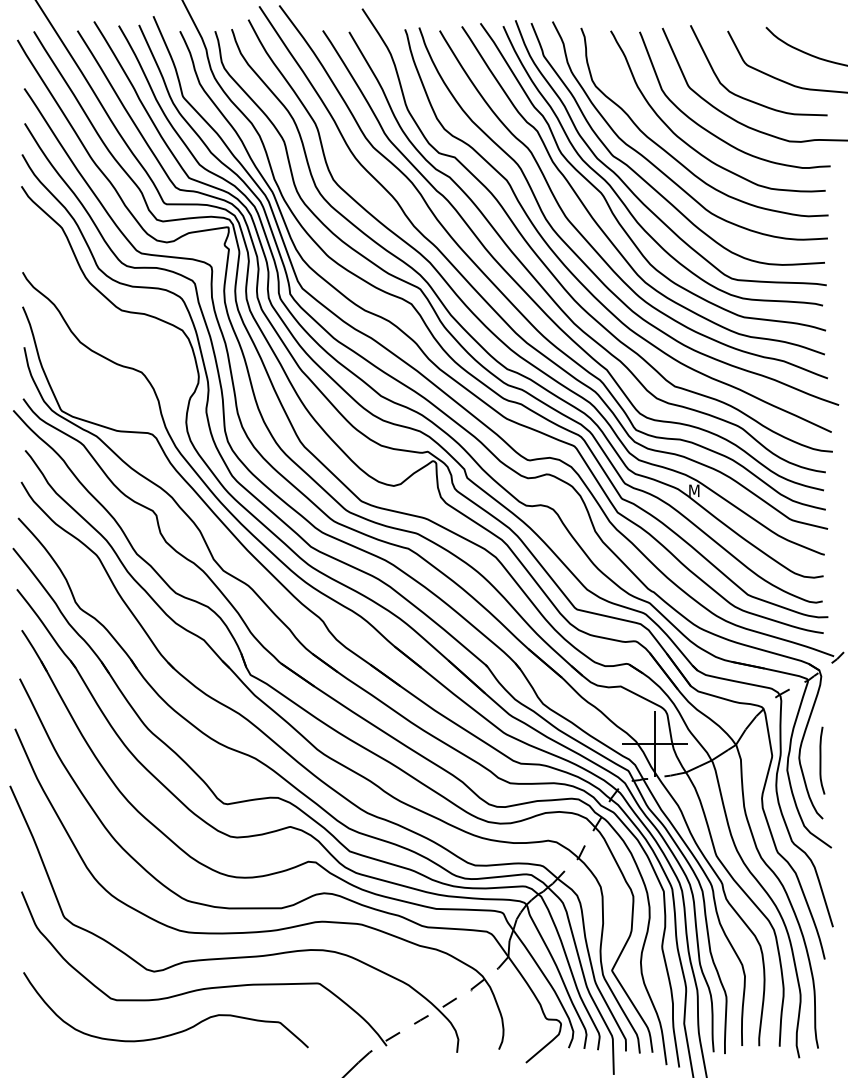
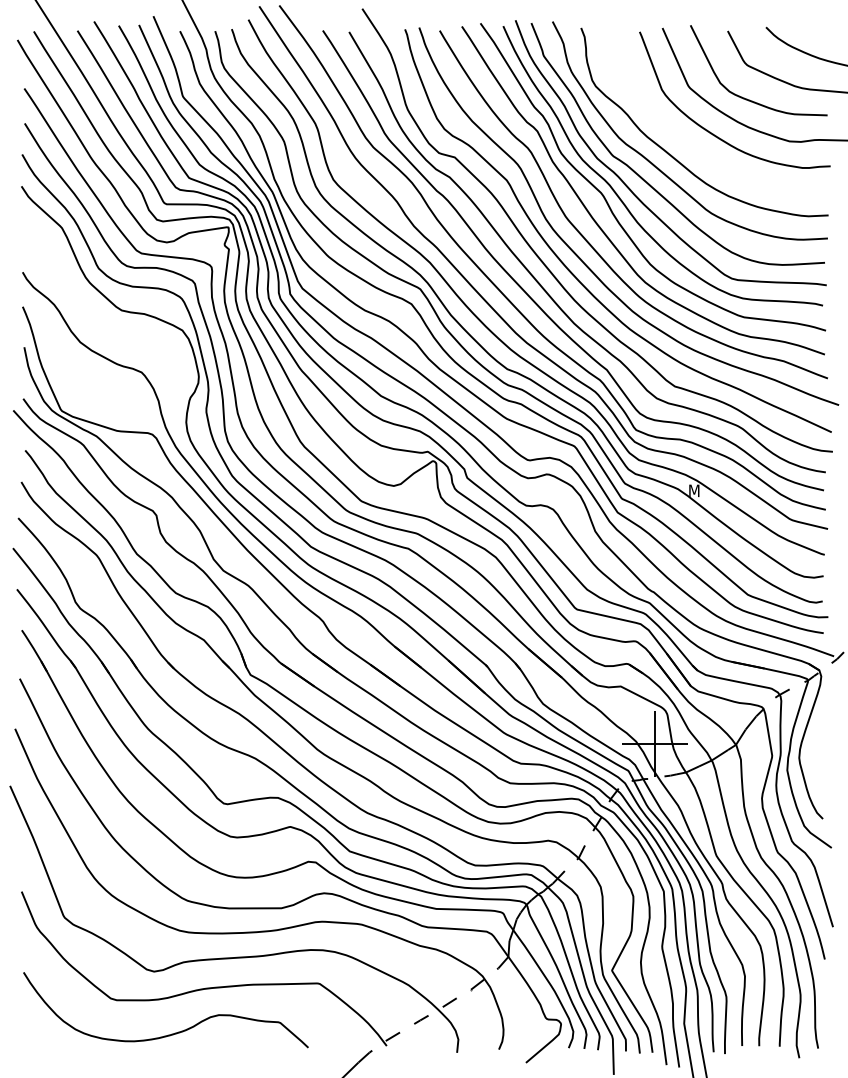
curve at (693, 147): present -> none
curve at (821, 760): present -> none
